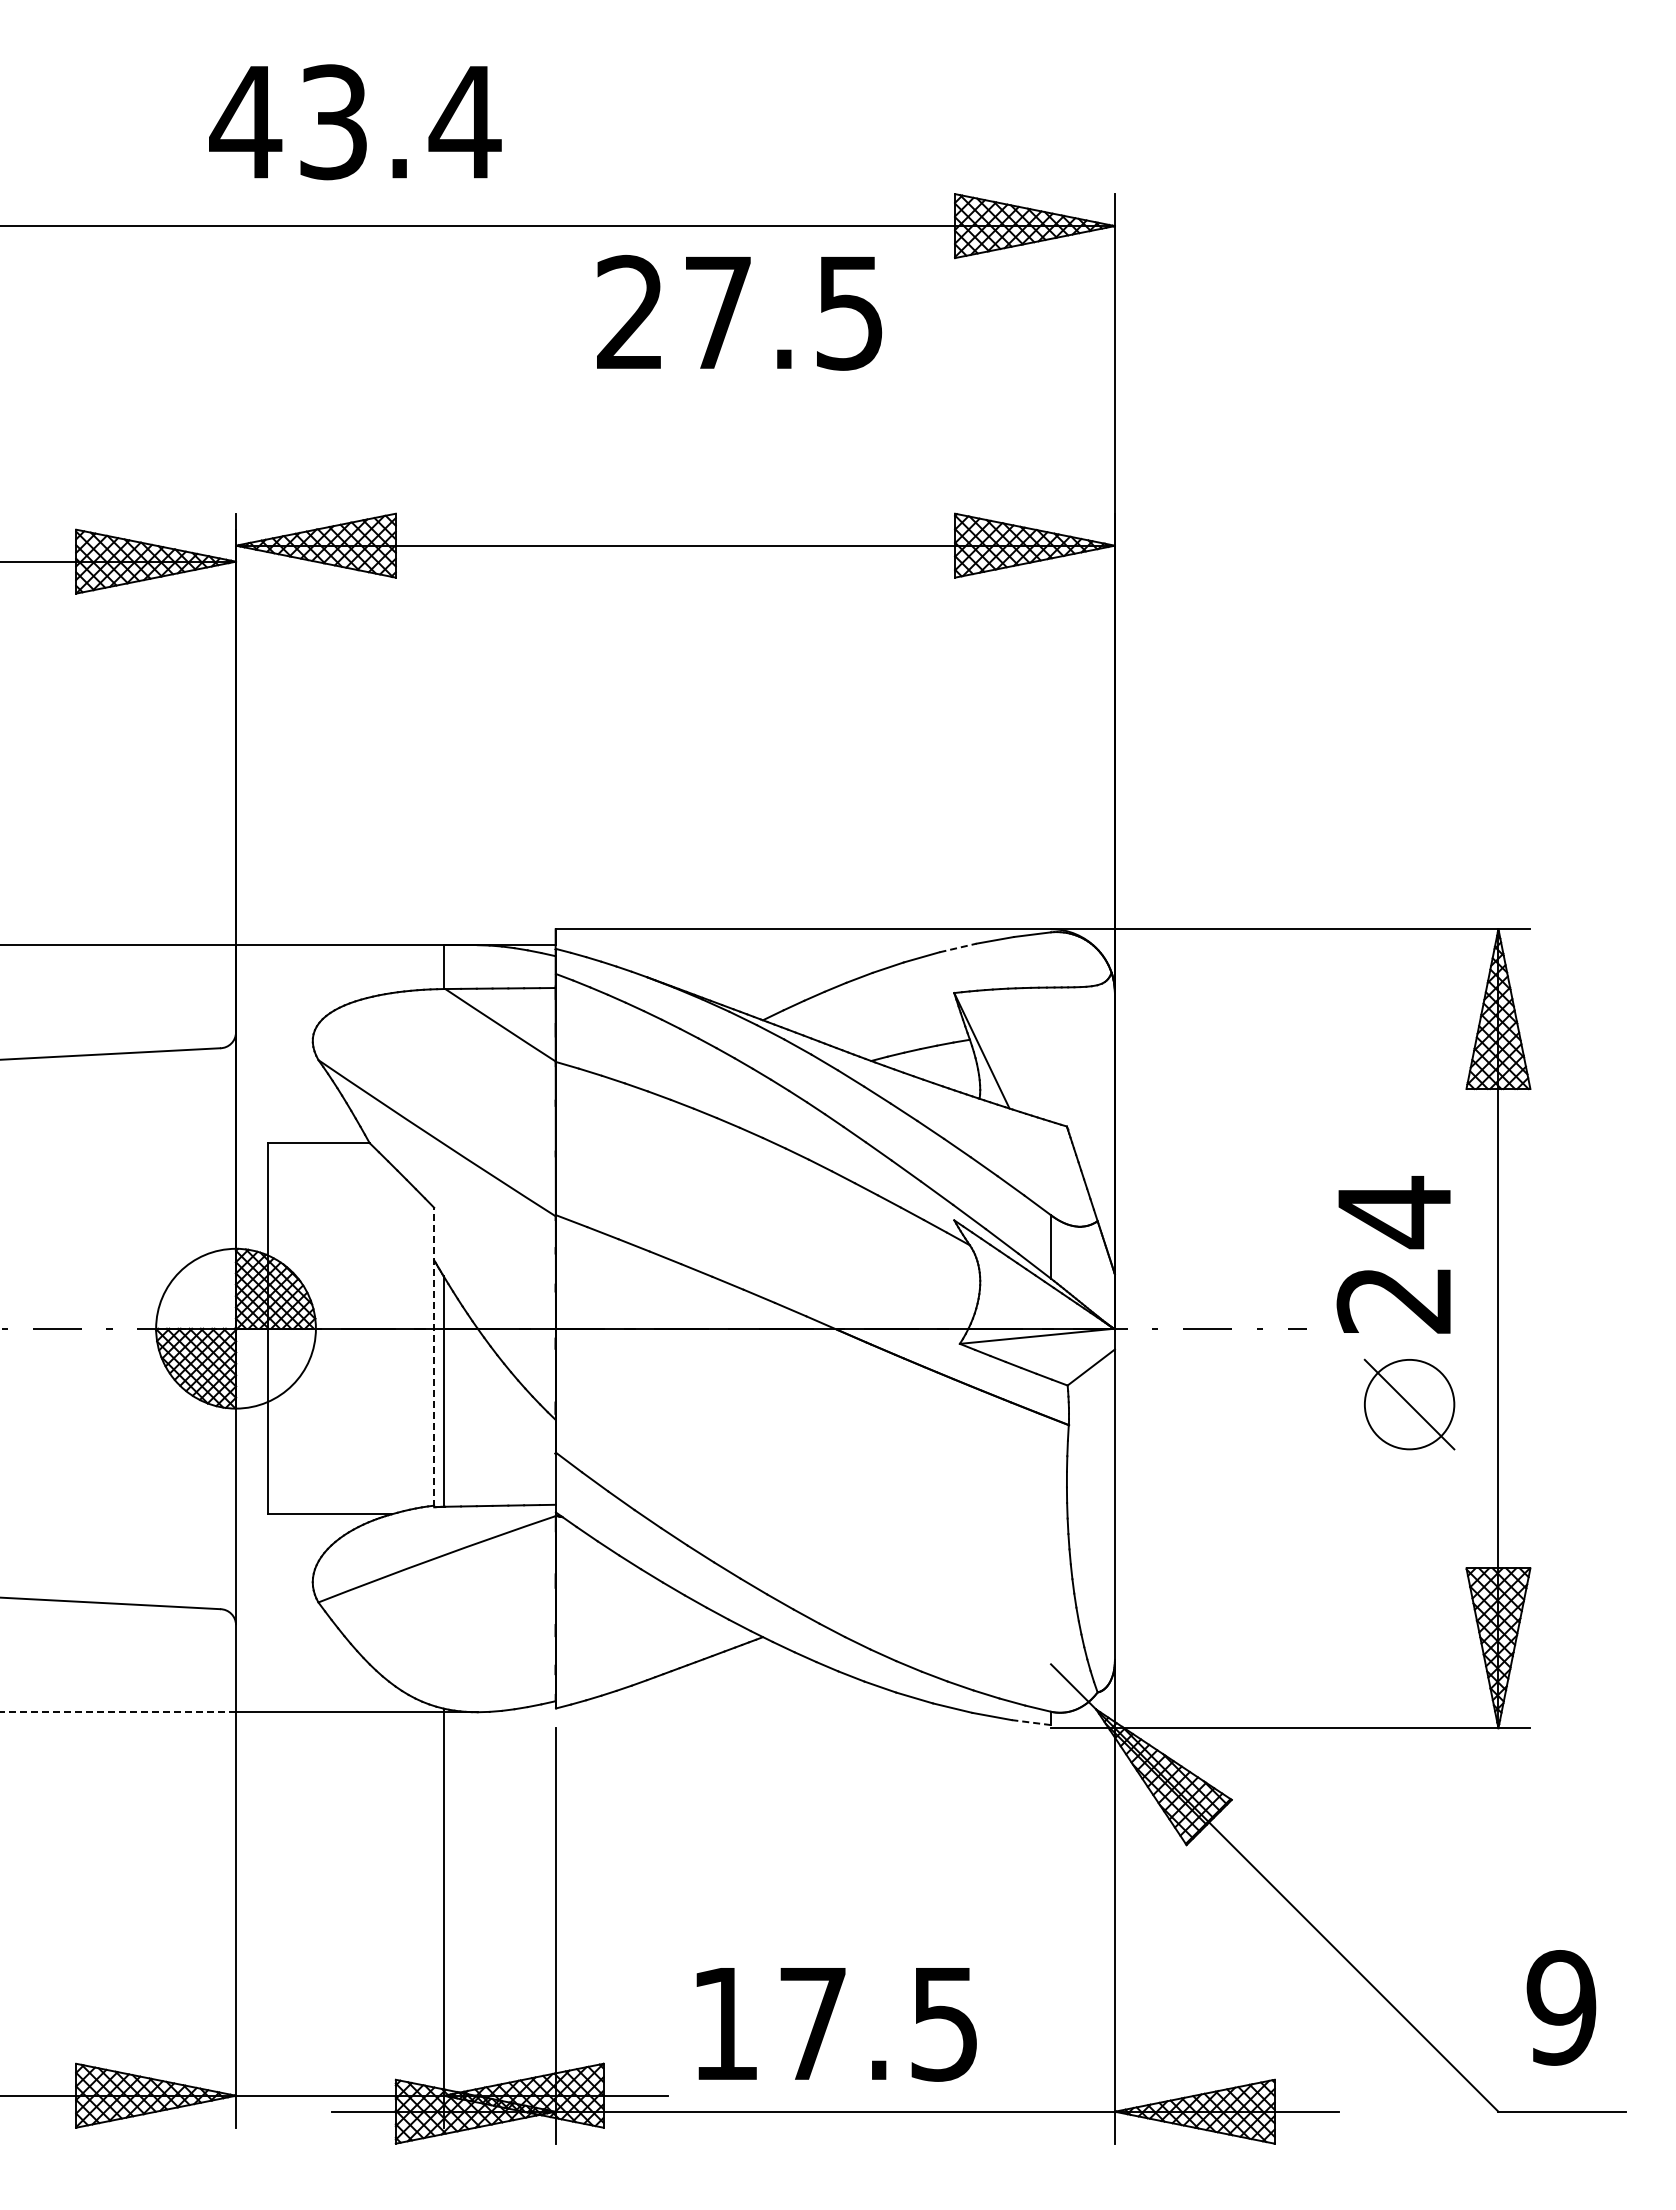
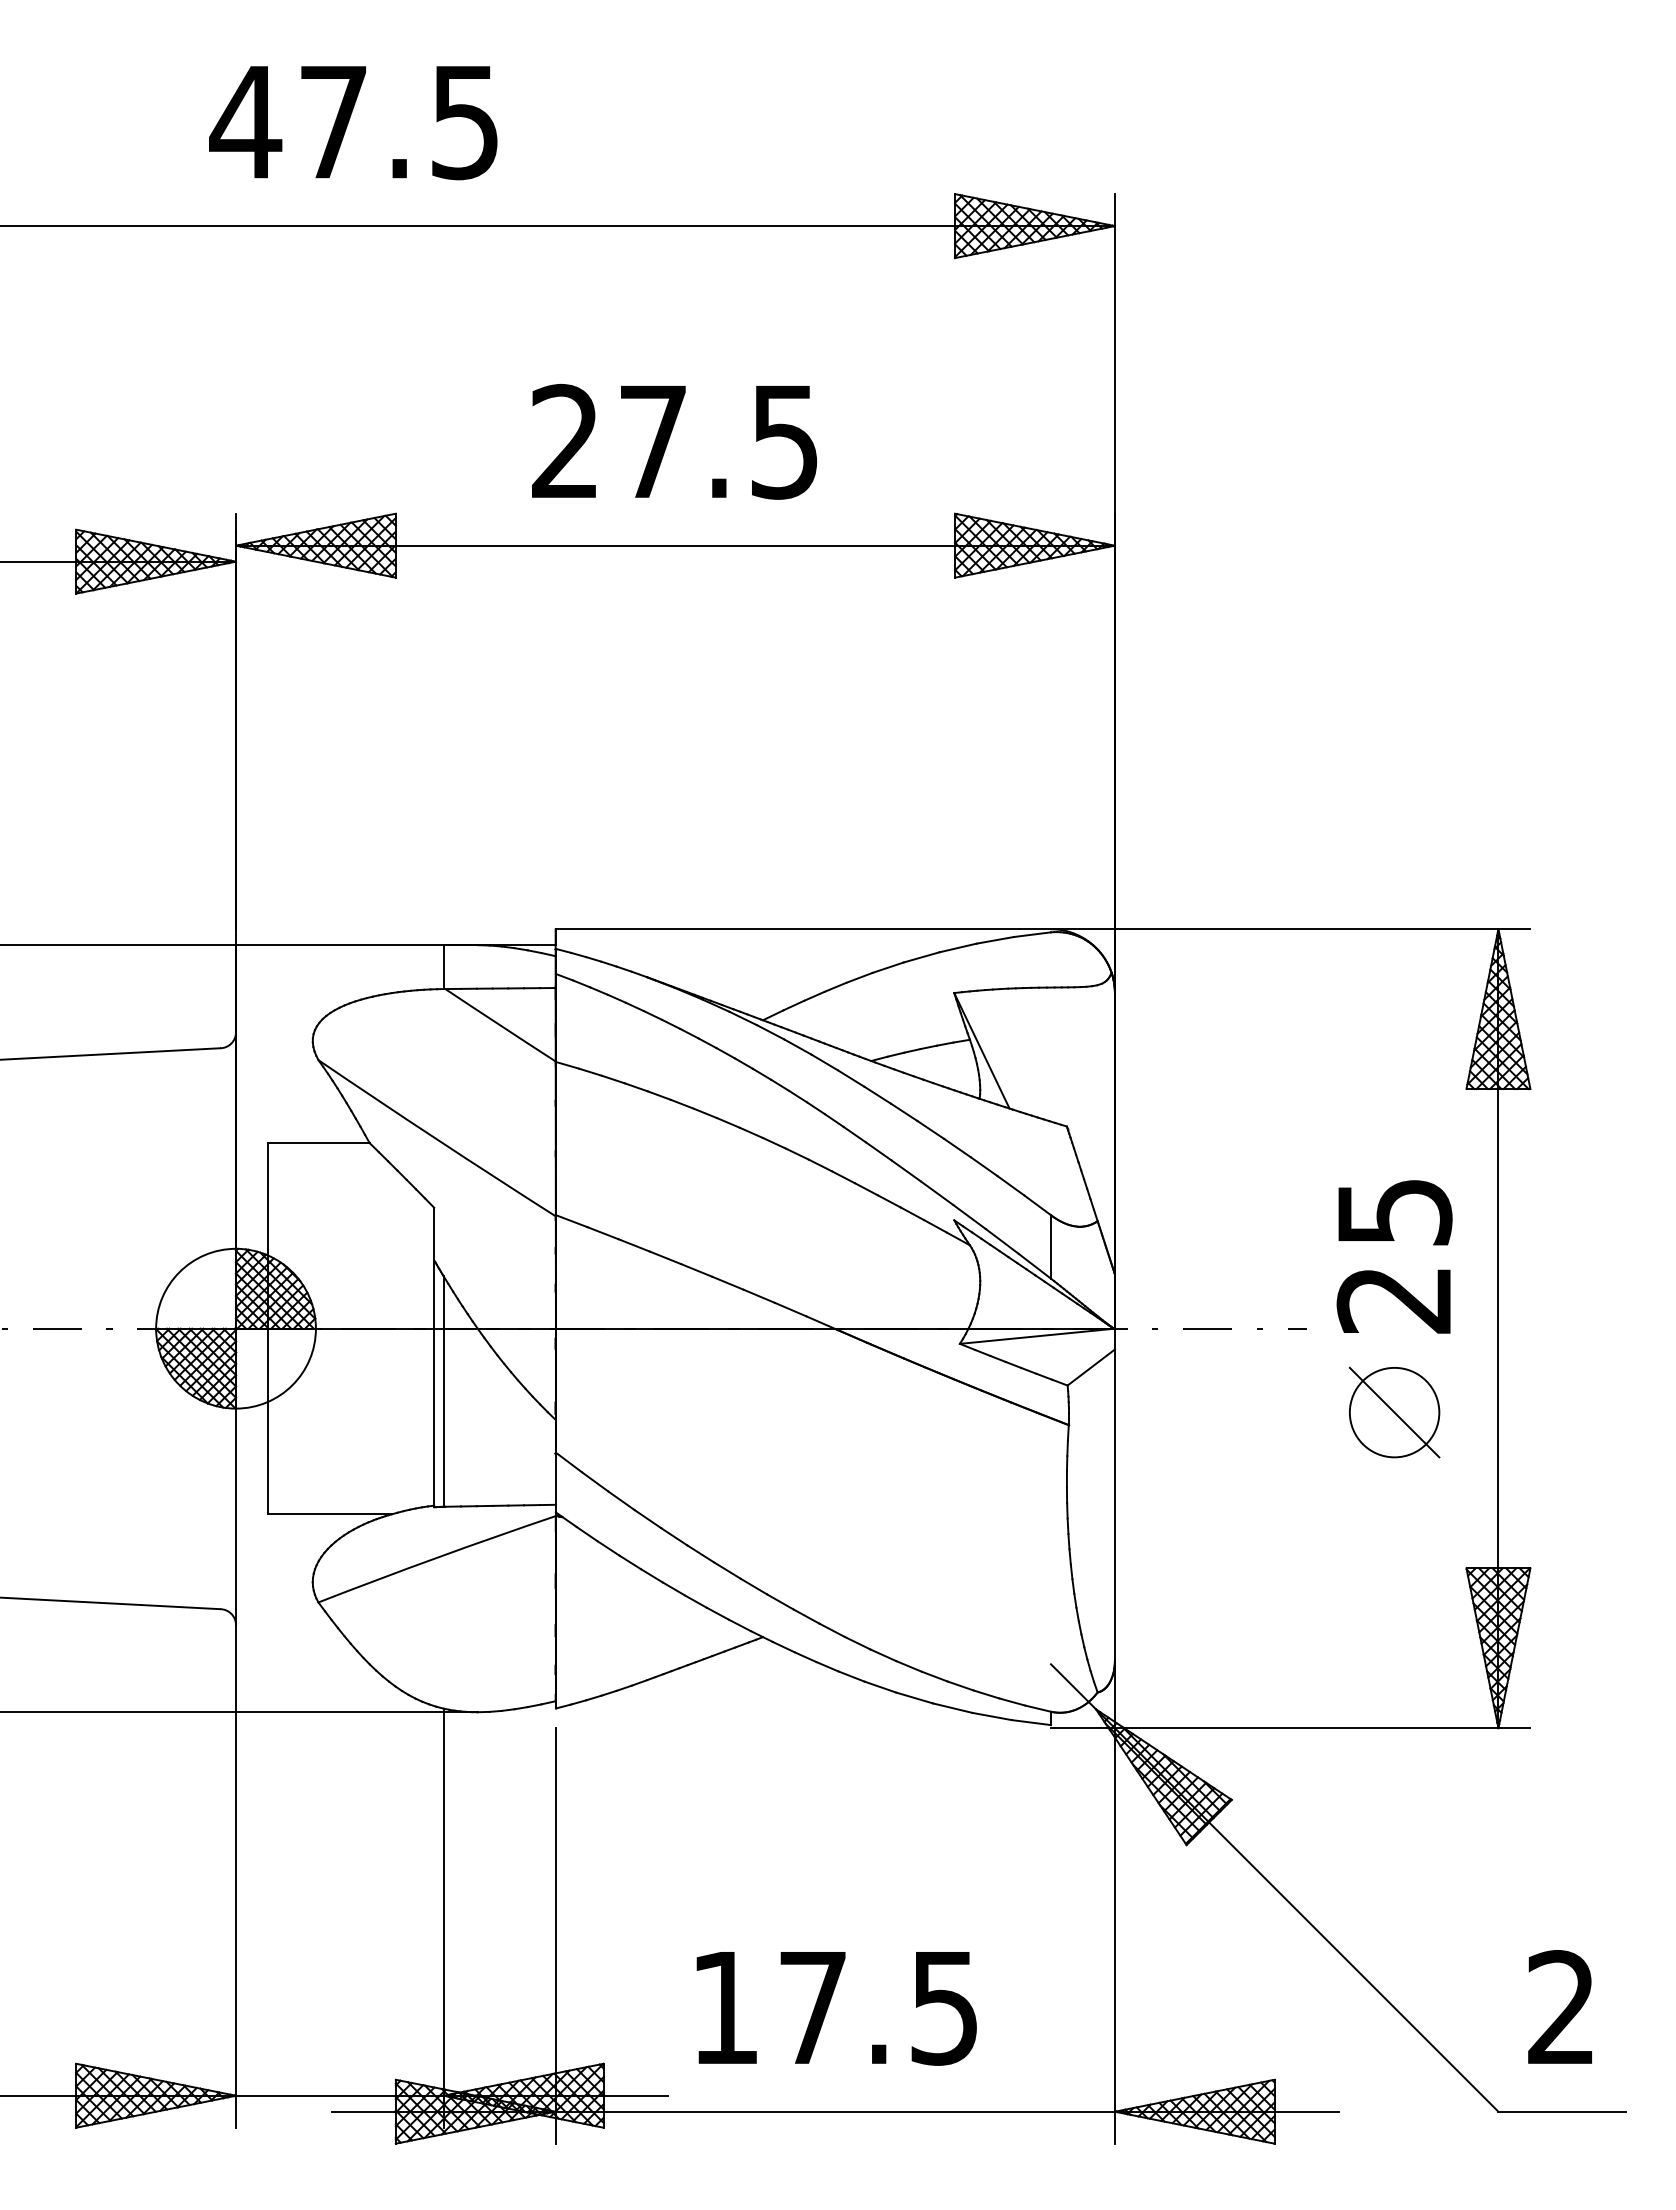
text at (400, 122): 43.4 -> 47.5
text at (739, 312) position: (739, 312) -> (674, 441)
line at (958, 947): dashed -> solid
text at (1395, 1212): 24 -> 25
line at (434, 1357): dashed -> solid
part at (1409, 1404) position: (1409, 1404) -> (1394, 1412)
line at (118, 1712): dashed -> solid
line at (1031, 1722): dashed -> solid
text at (1561, 2007): 9 -> 2
text at (836, 2024) position: (836, 2024) -> (836, 2008)
